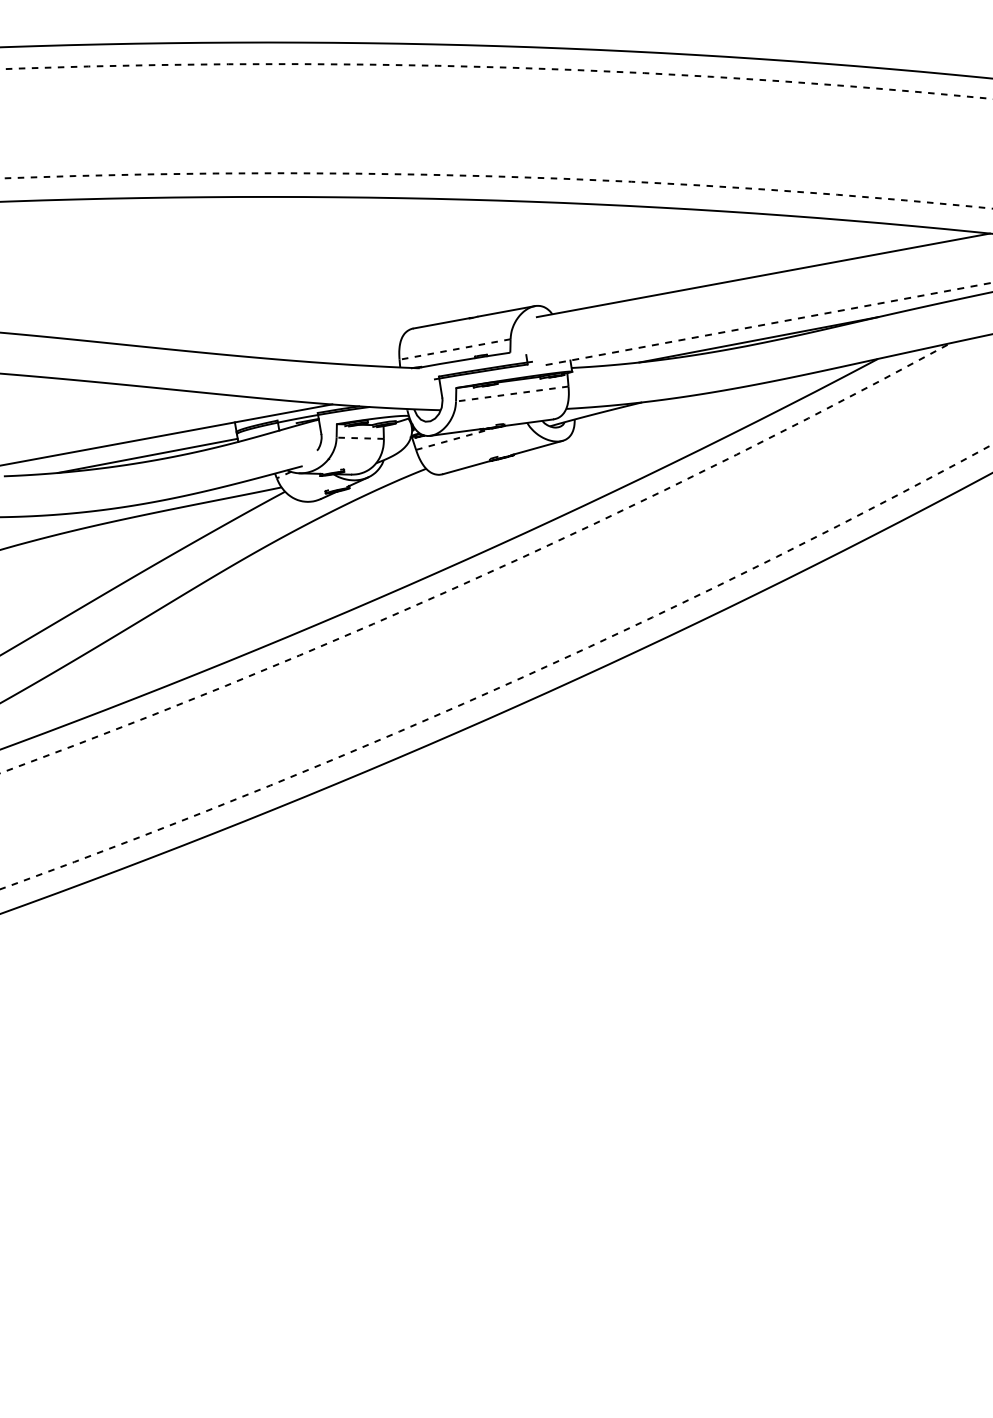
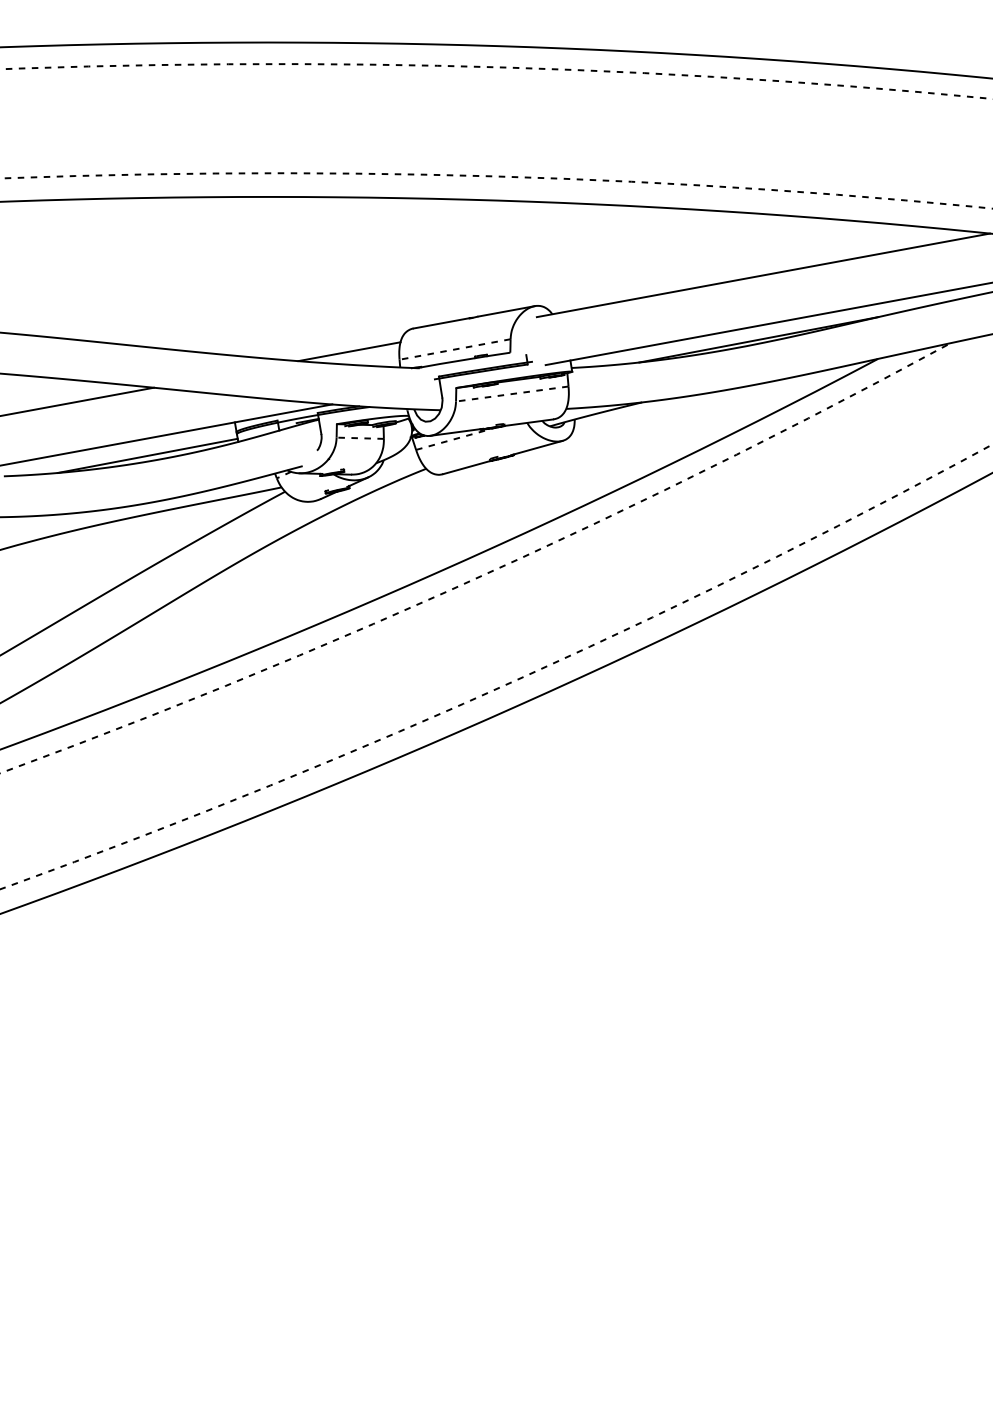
line at (768, 323): dashed -> solid
line at (349, 351): none -> present
line at (77, 401): none -> present
